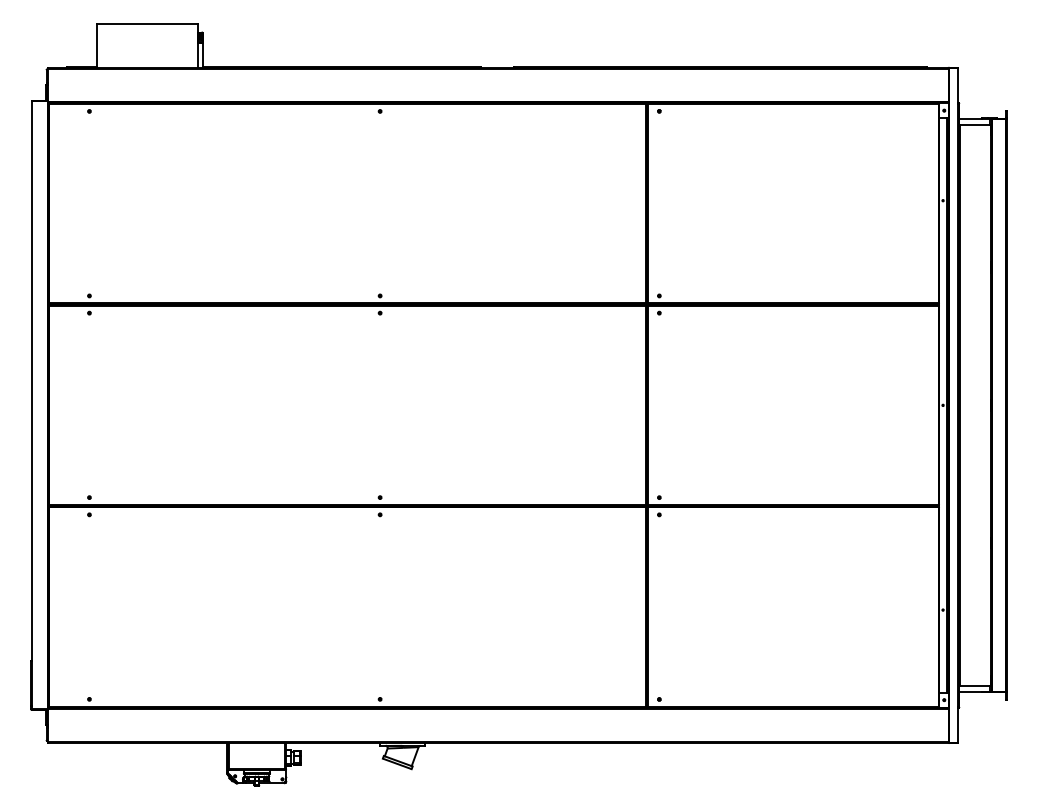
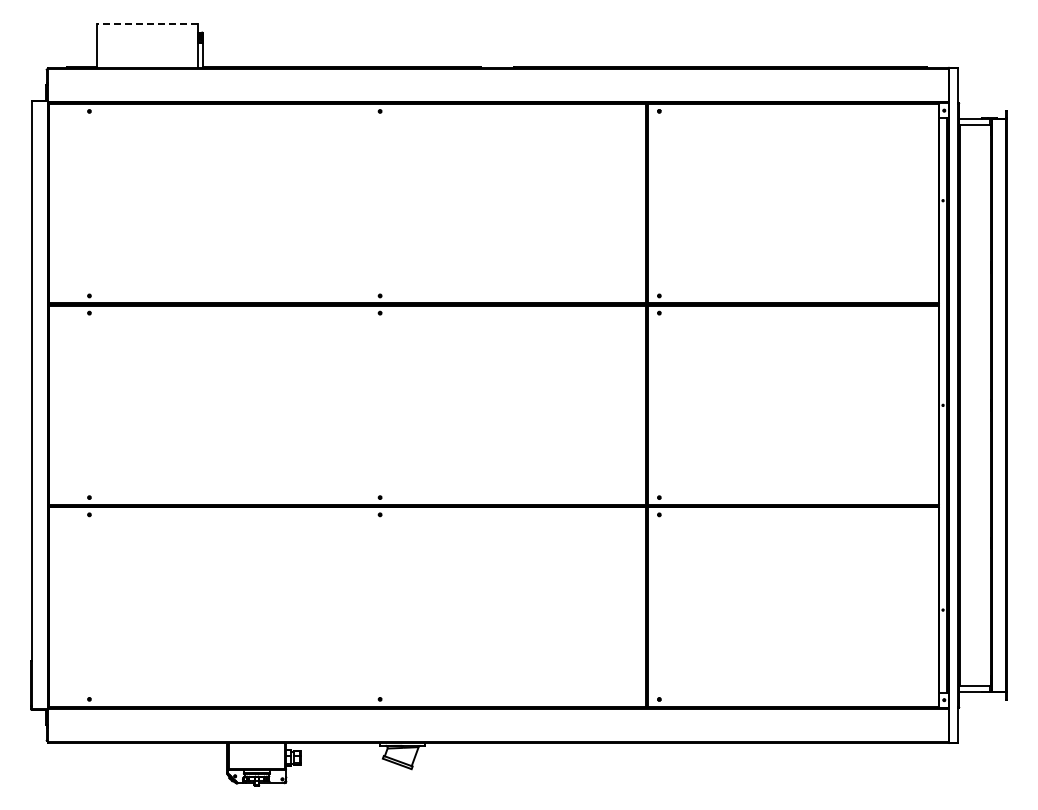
line at (146, 24): solid -> dashed
